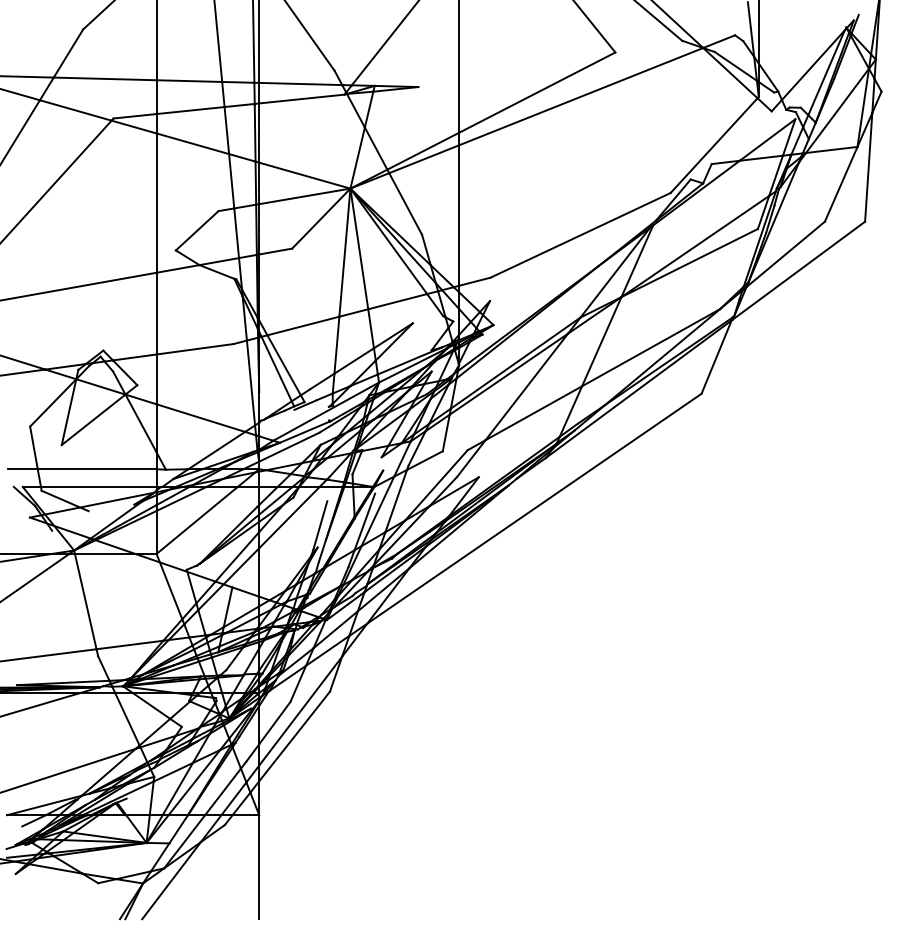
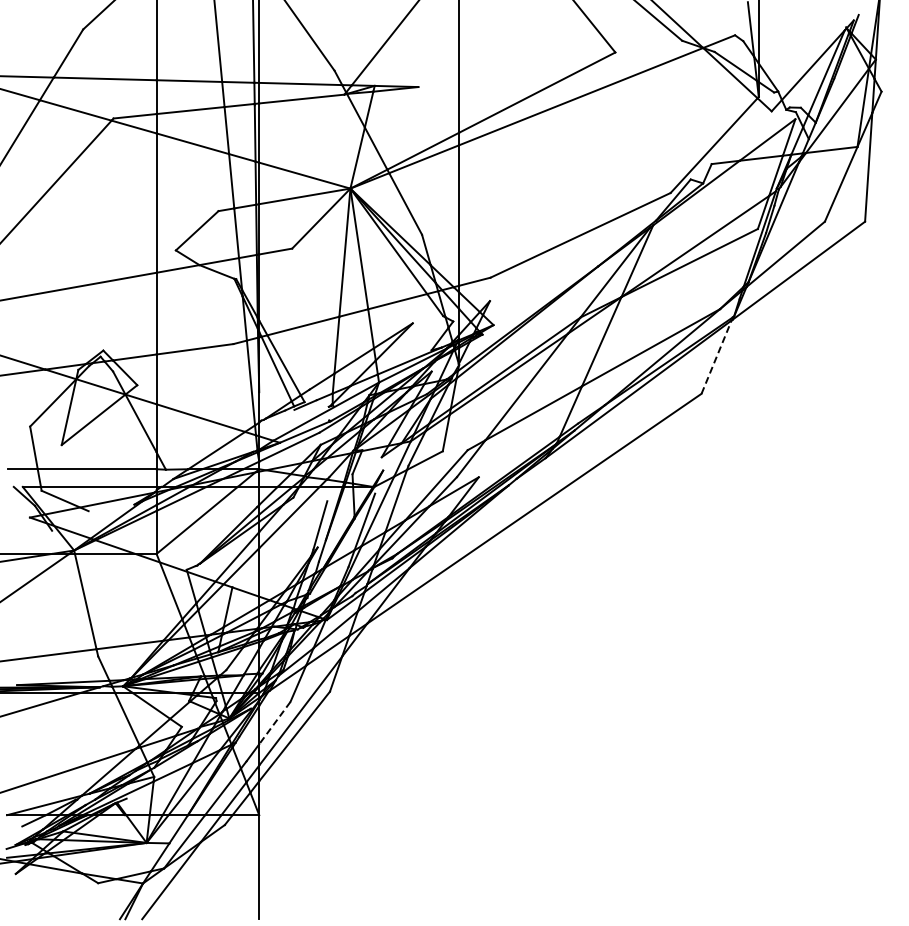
line at (716, 357): solid -> dashed
line at (274, 723): solid -> dashed
